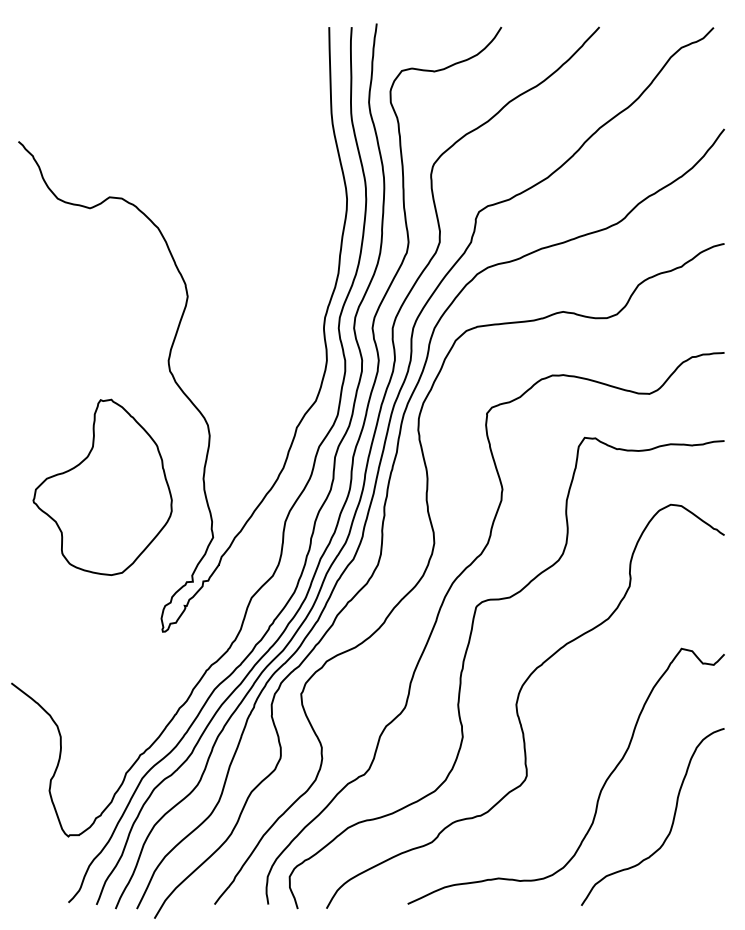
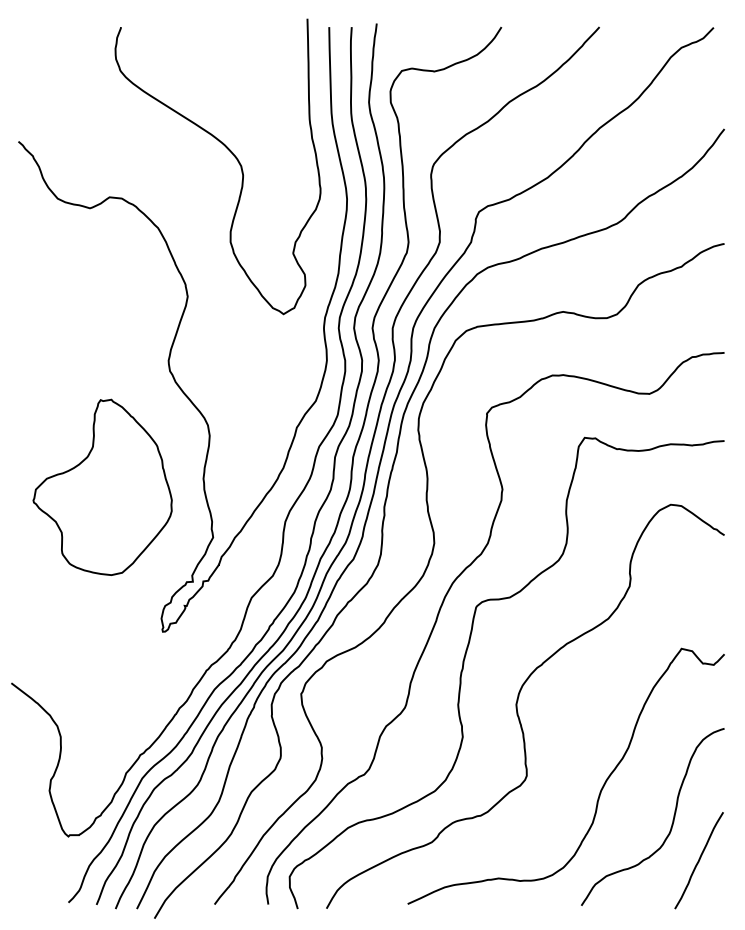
curve at (230, 152): none -> present
curve at (698, 860): none -> present
